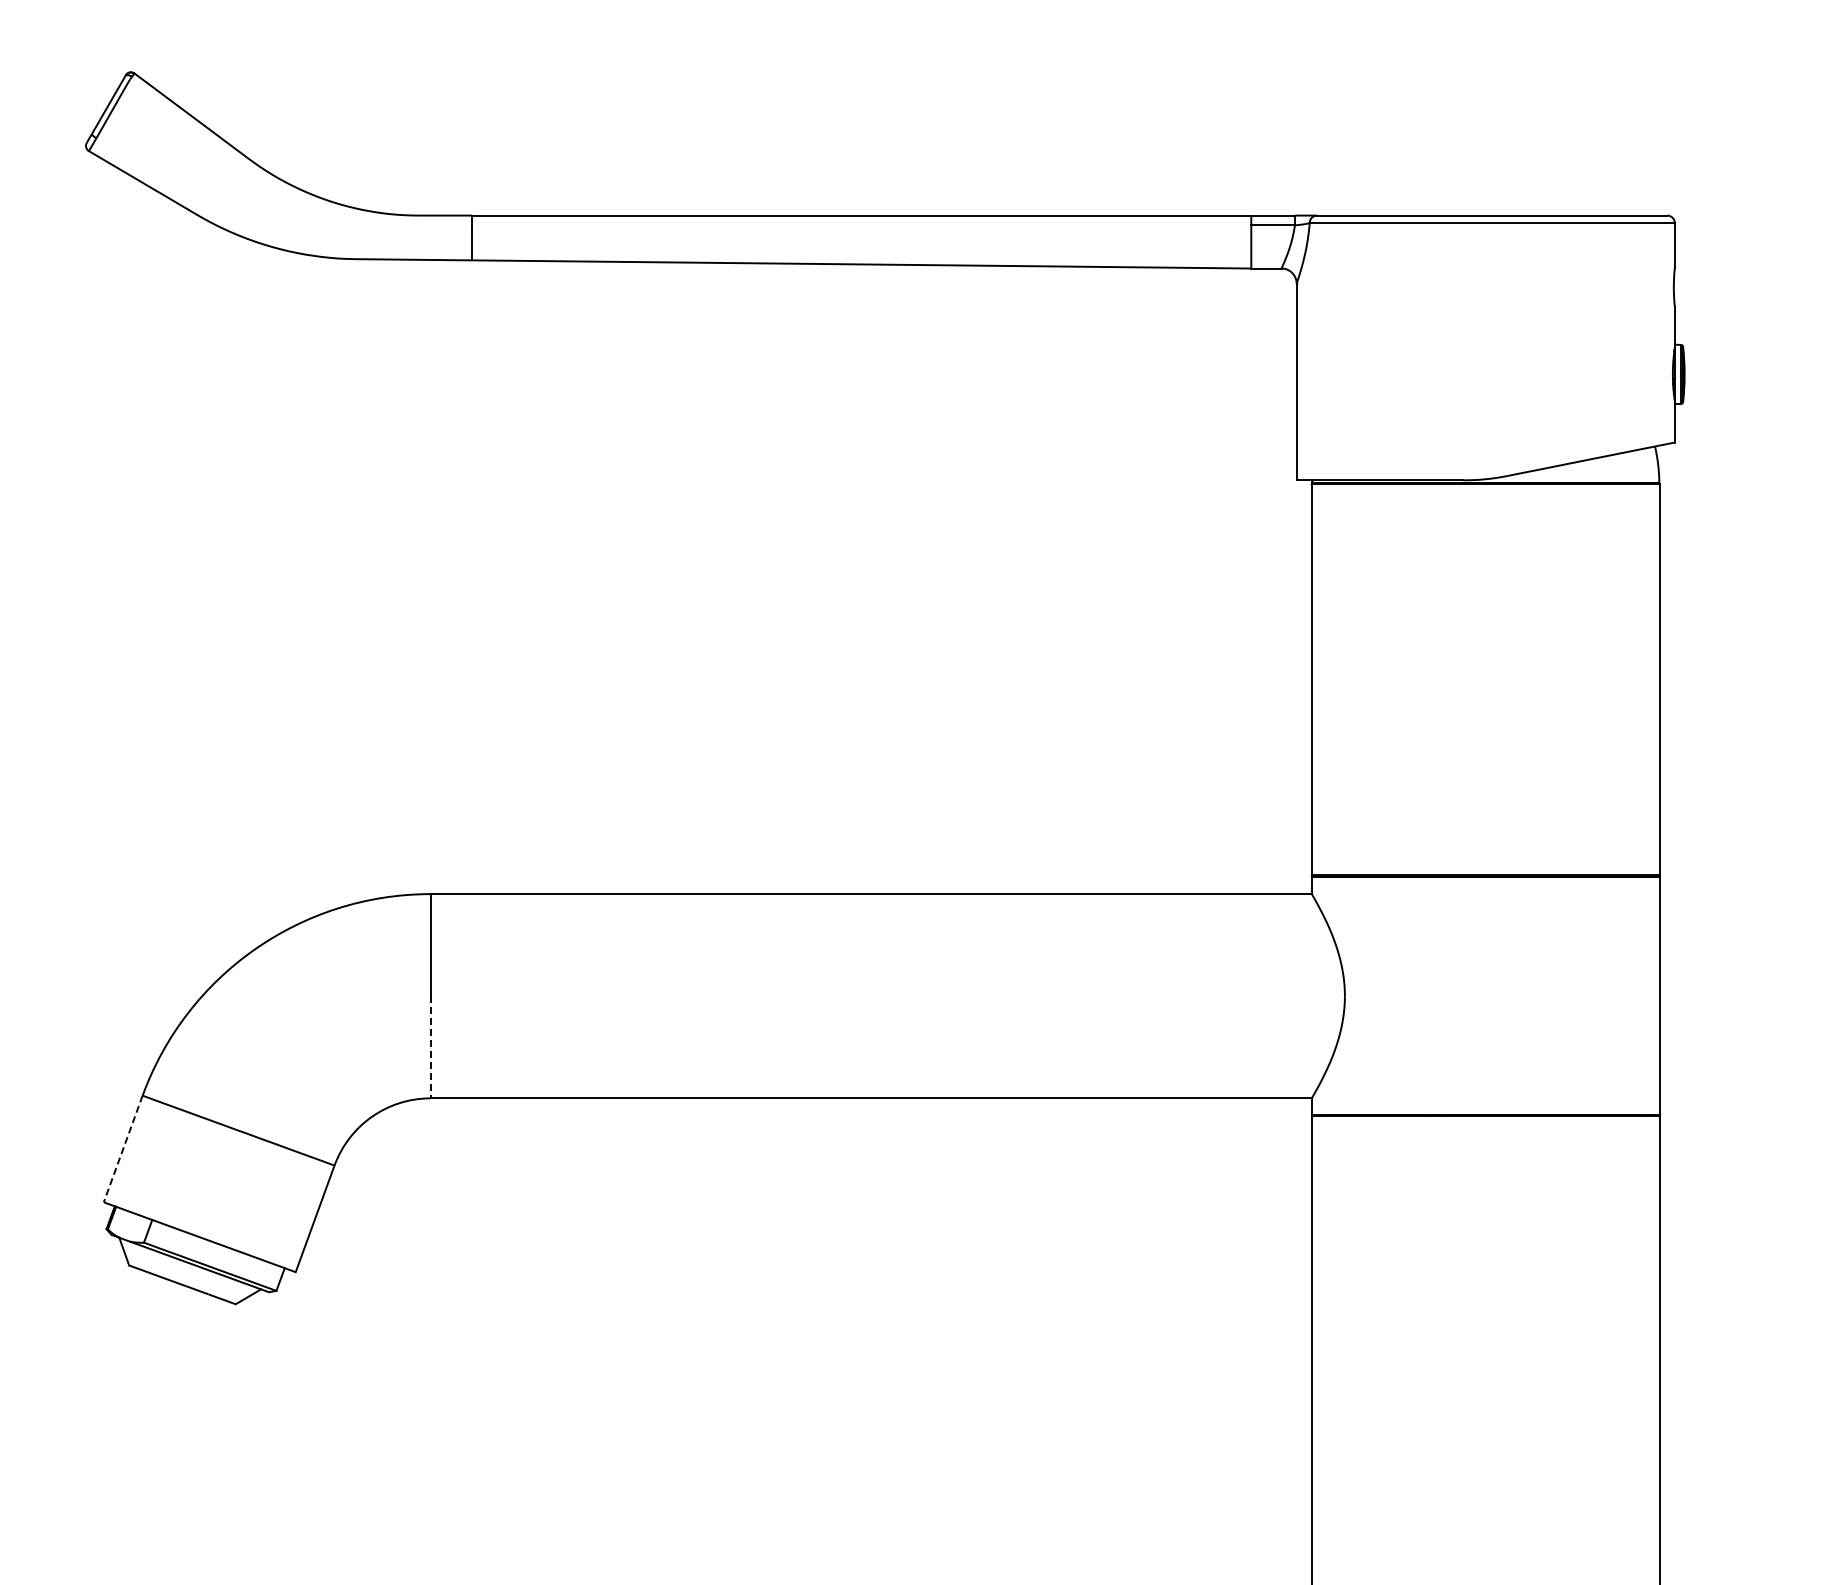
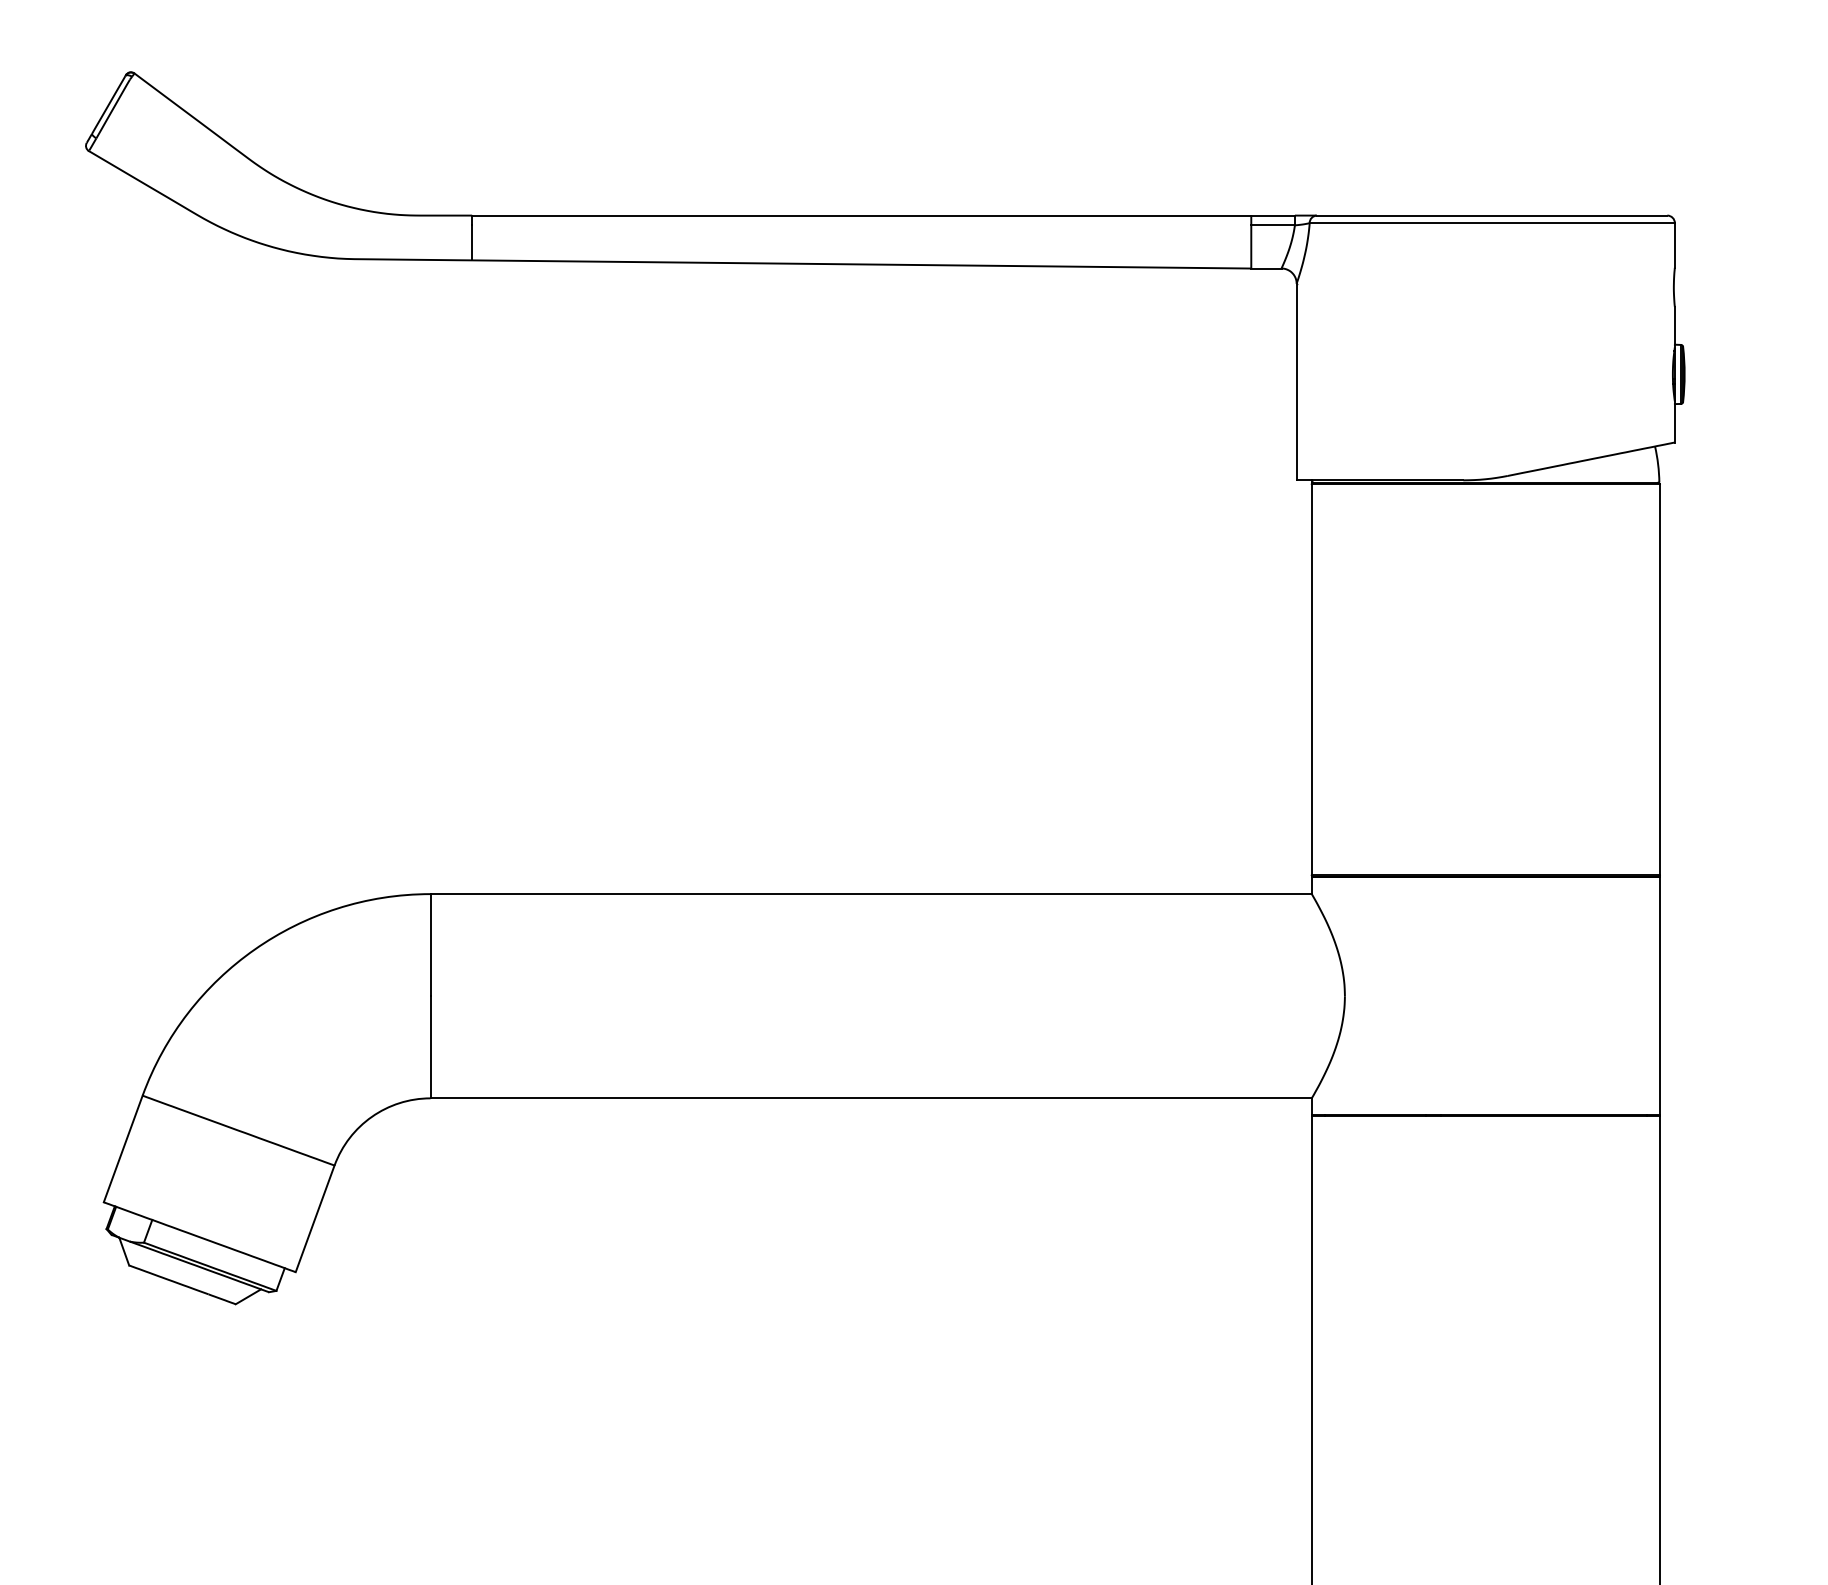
line at (430, 1047): dashed -> solid
line at (123, 1149): dashed -> solid
